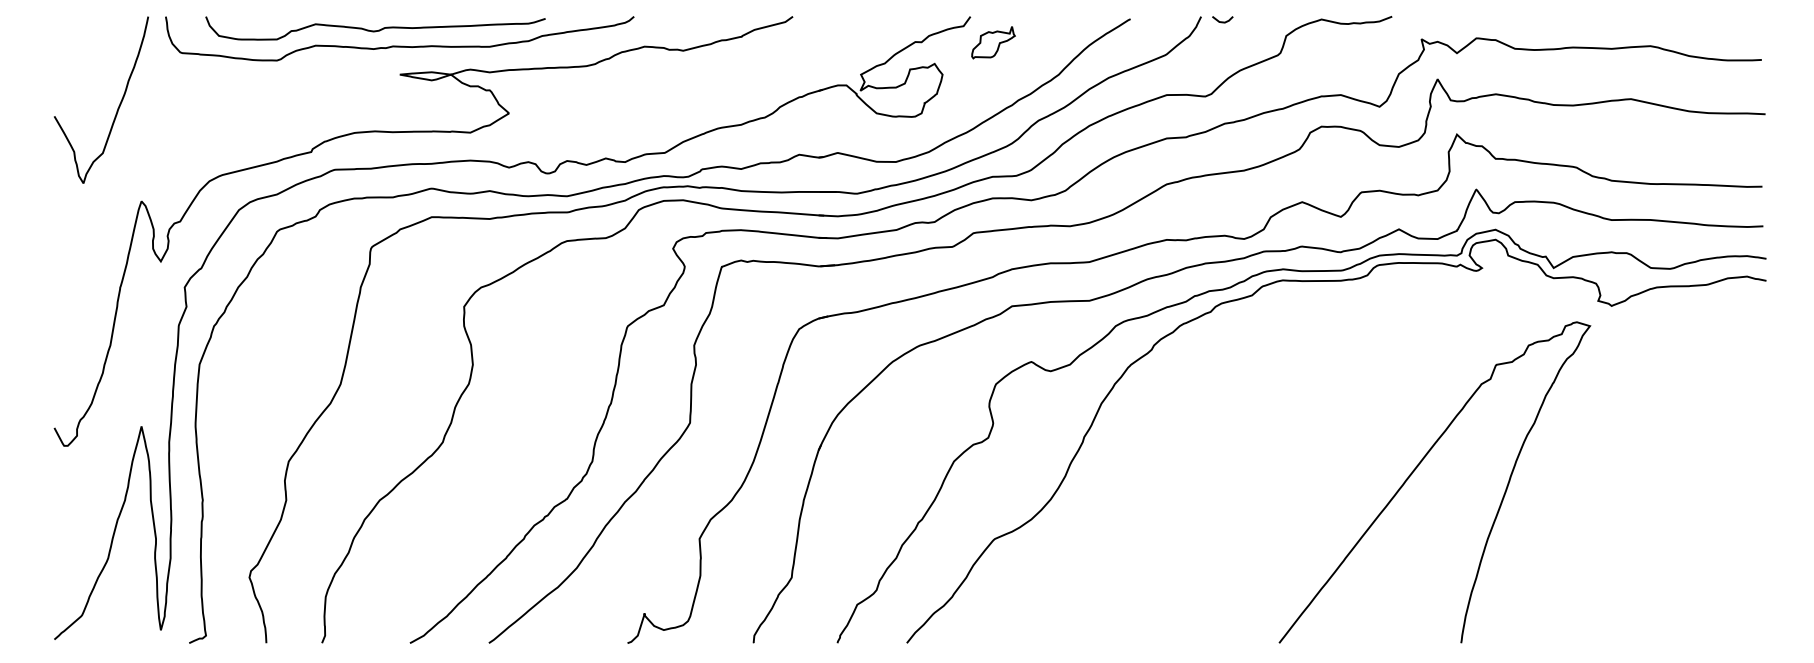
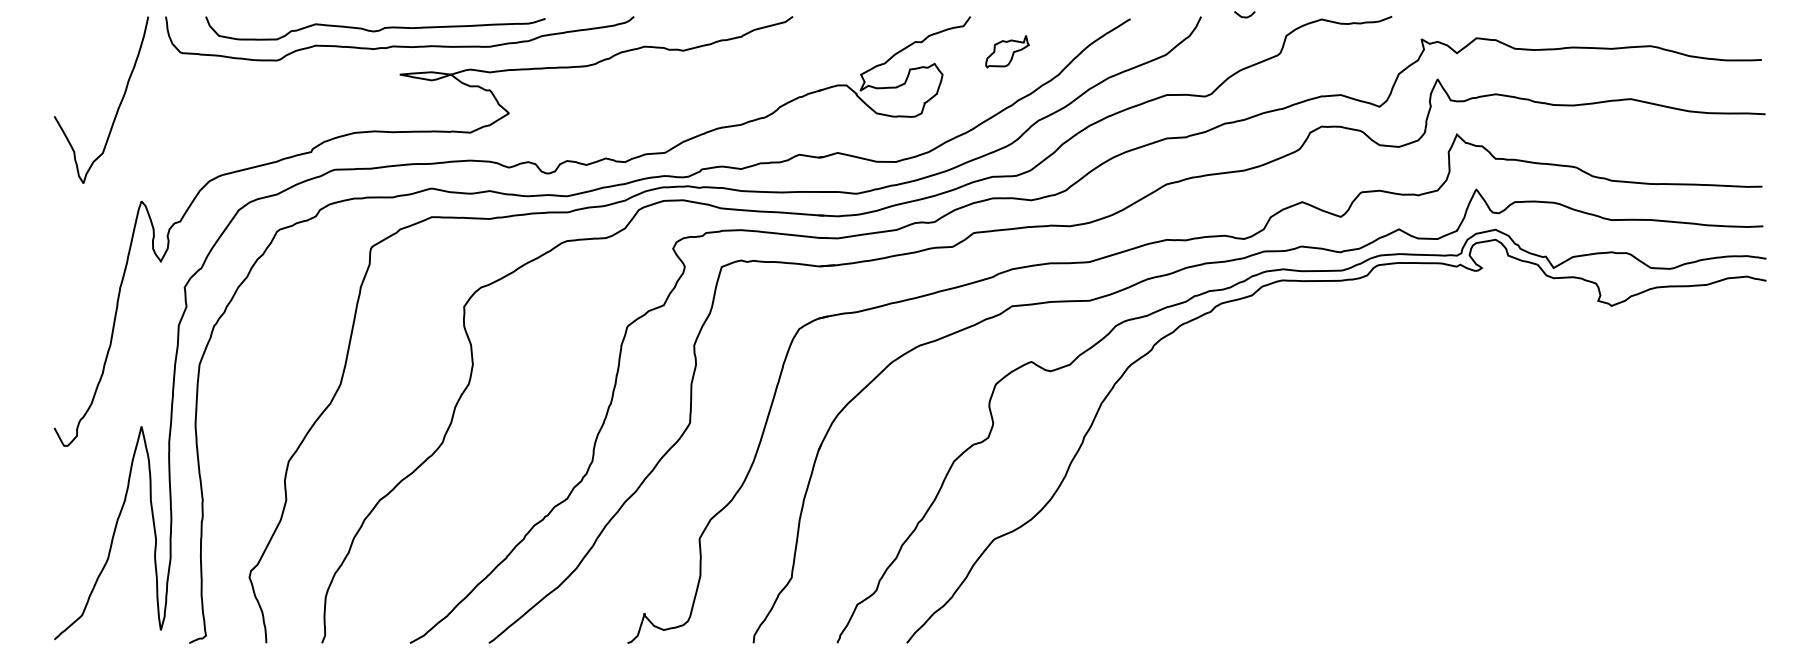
line at (1222, 21) position: (1222, 21) -> (1244, 16)
part at (993, 42) position: (993, 42) -> (1007, 51)
curve at (1416, 469): present -> none
